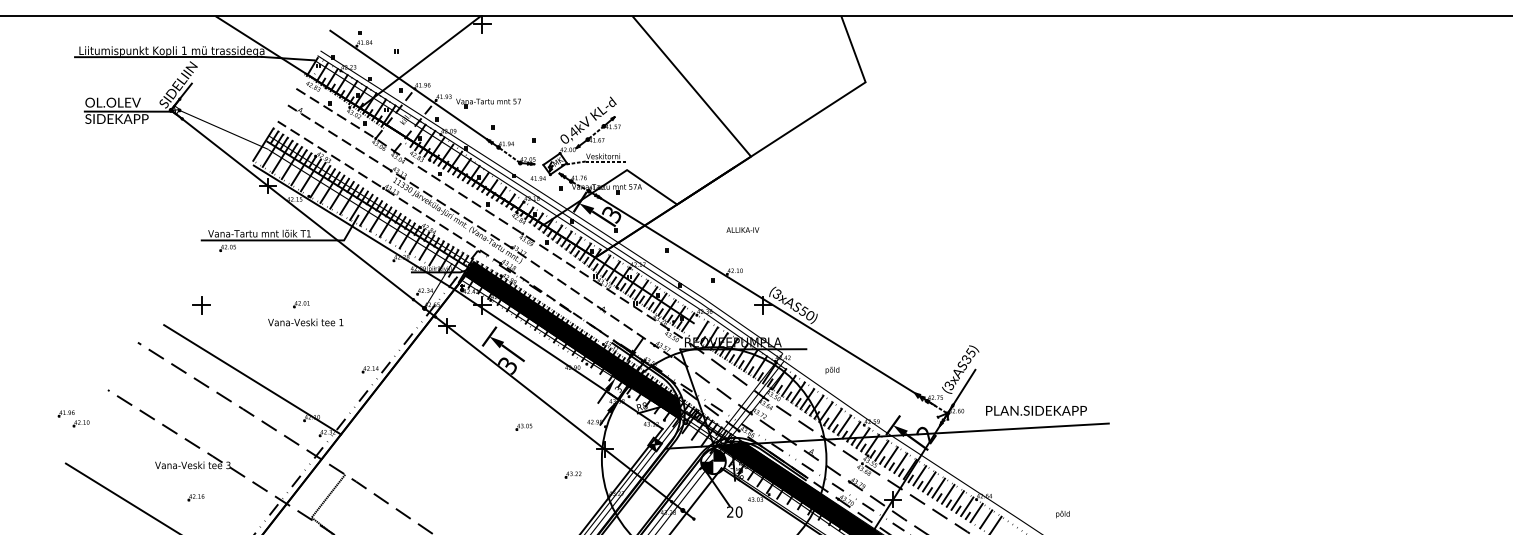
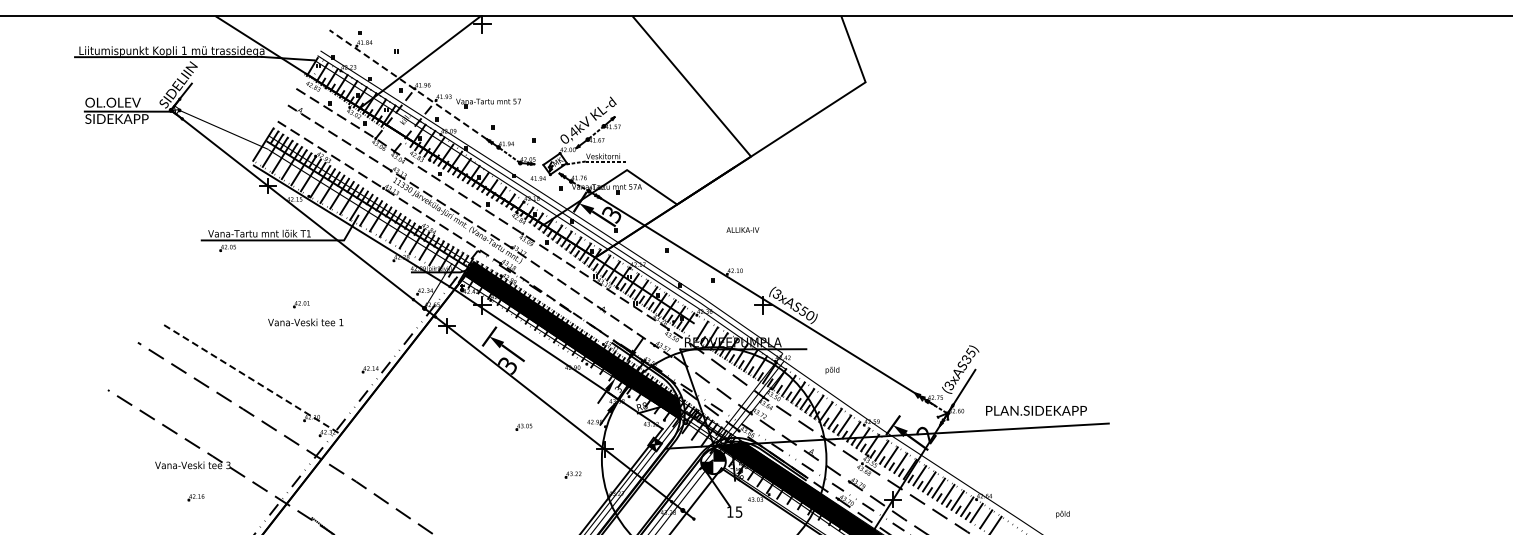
line at (408, 84): solid -> dashed
part at (201, 305): present -> none
line at (252, 379): solid -> dashed
part at (73, 418): present -> none
line at (328, 495): present -> none
line at (120, 497): present -> none
text at (734, 511): 20 -> 15
